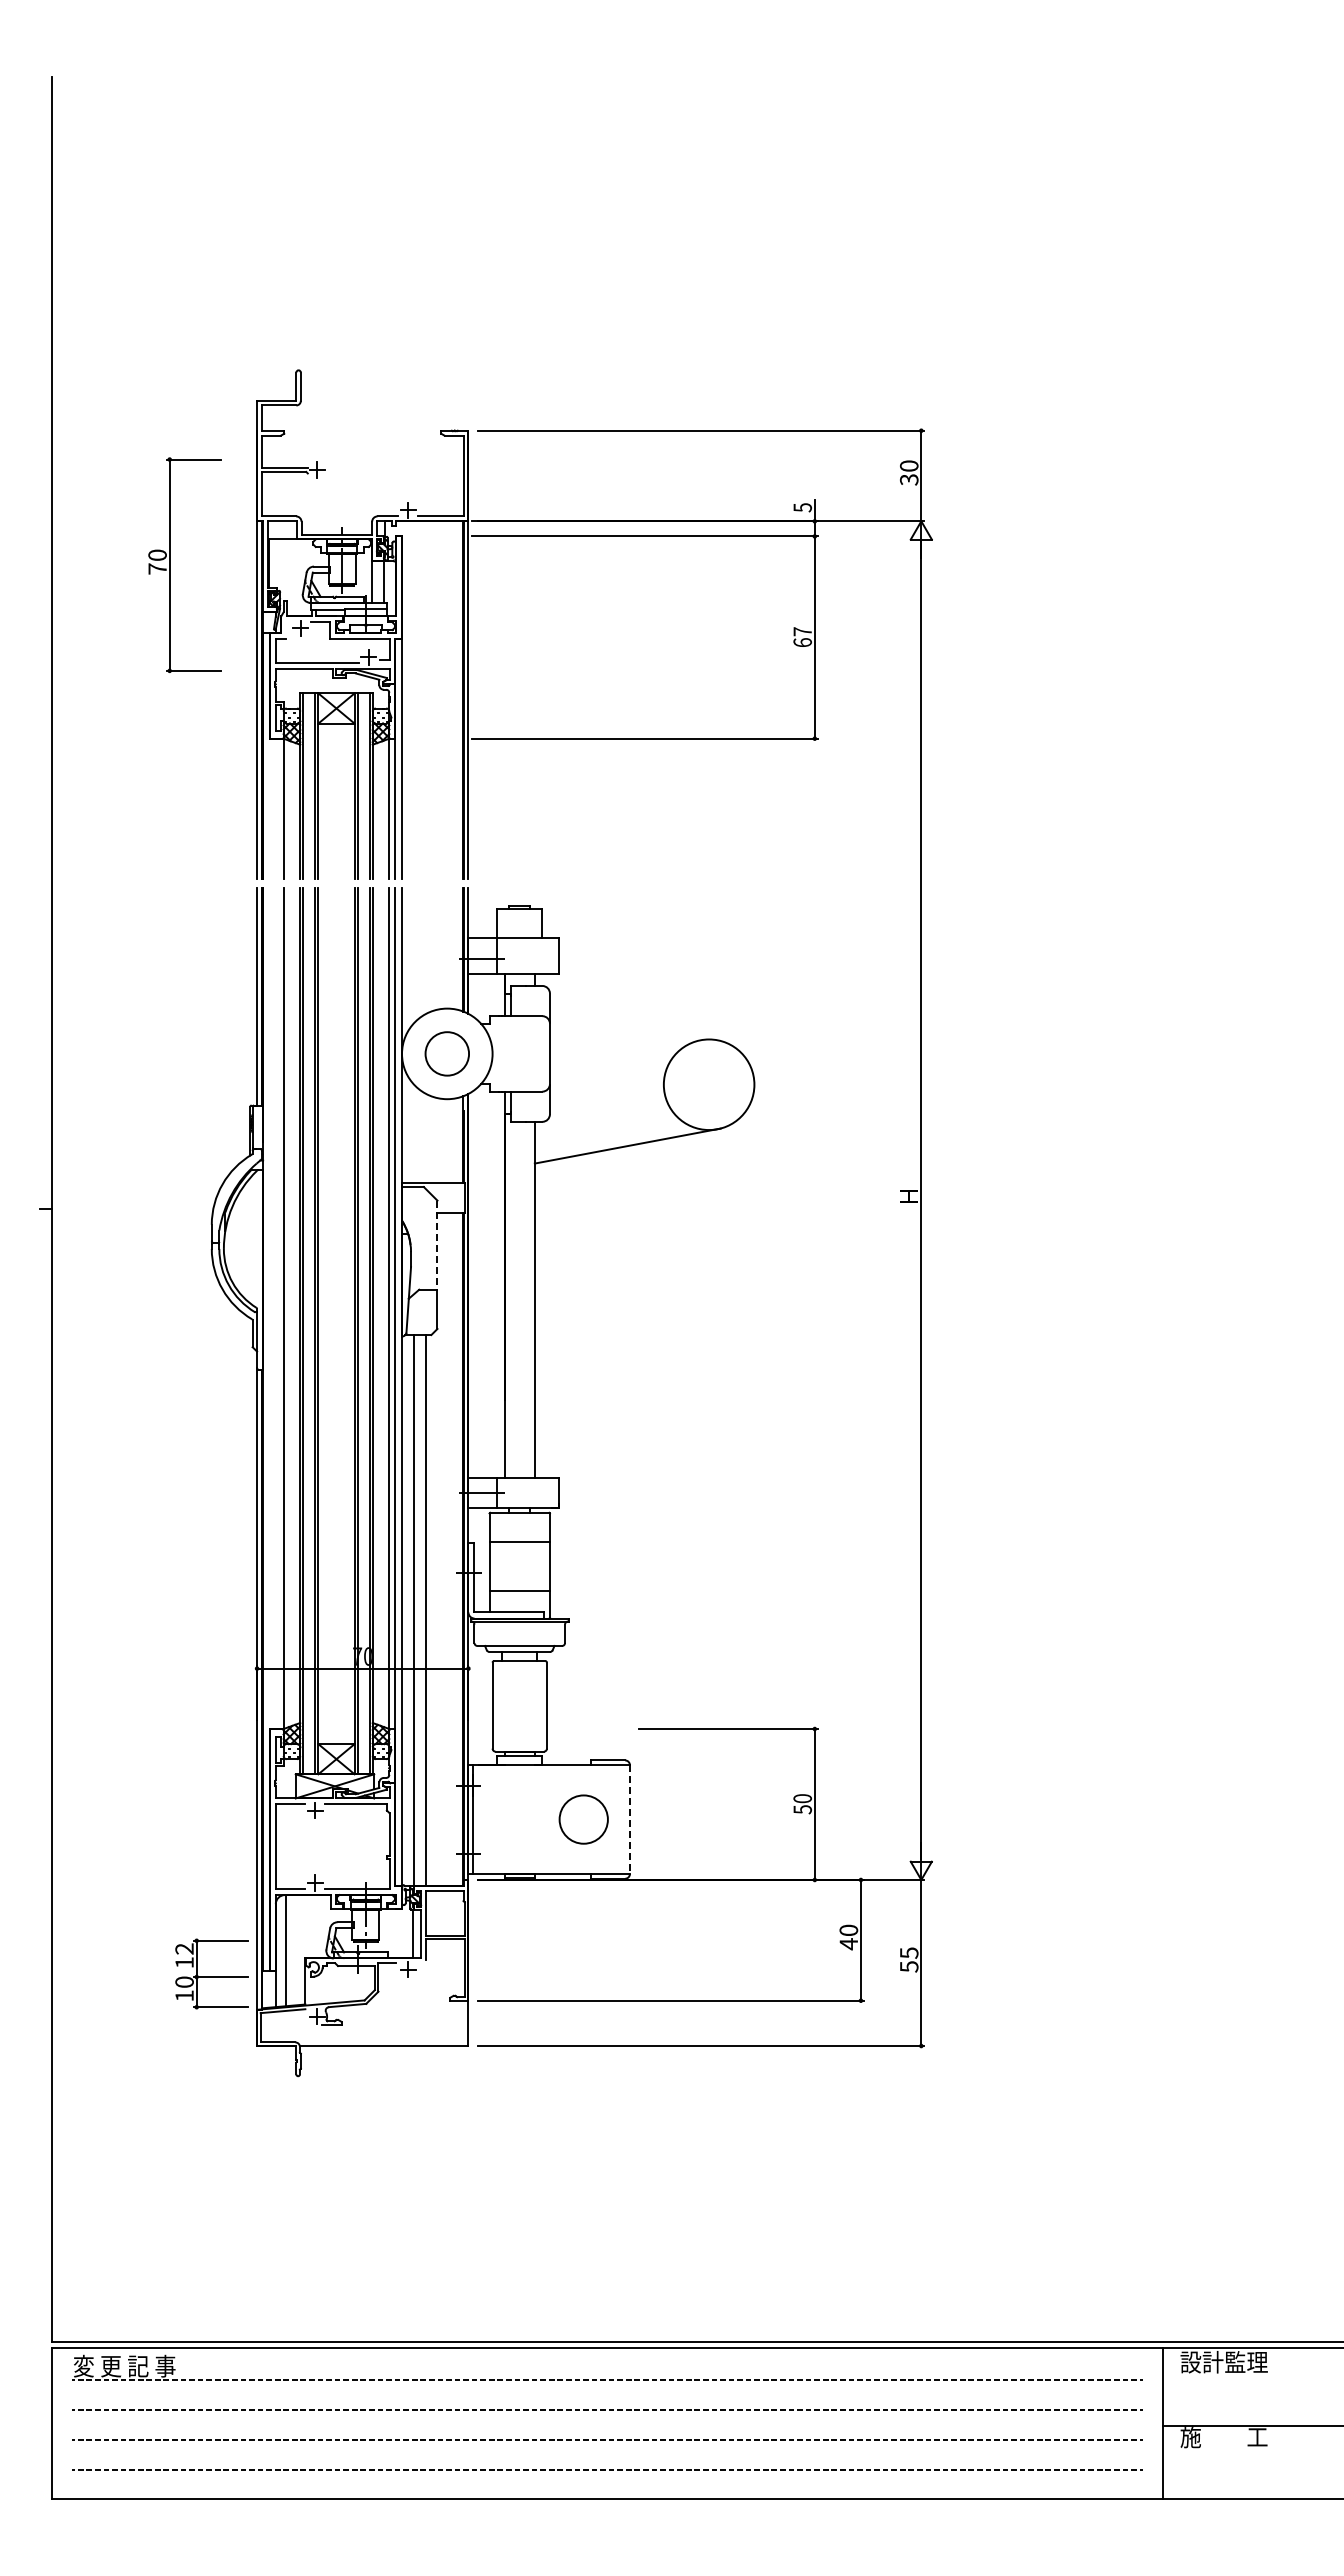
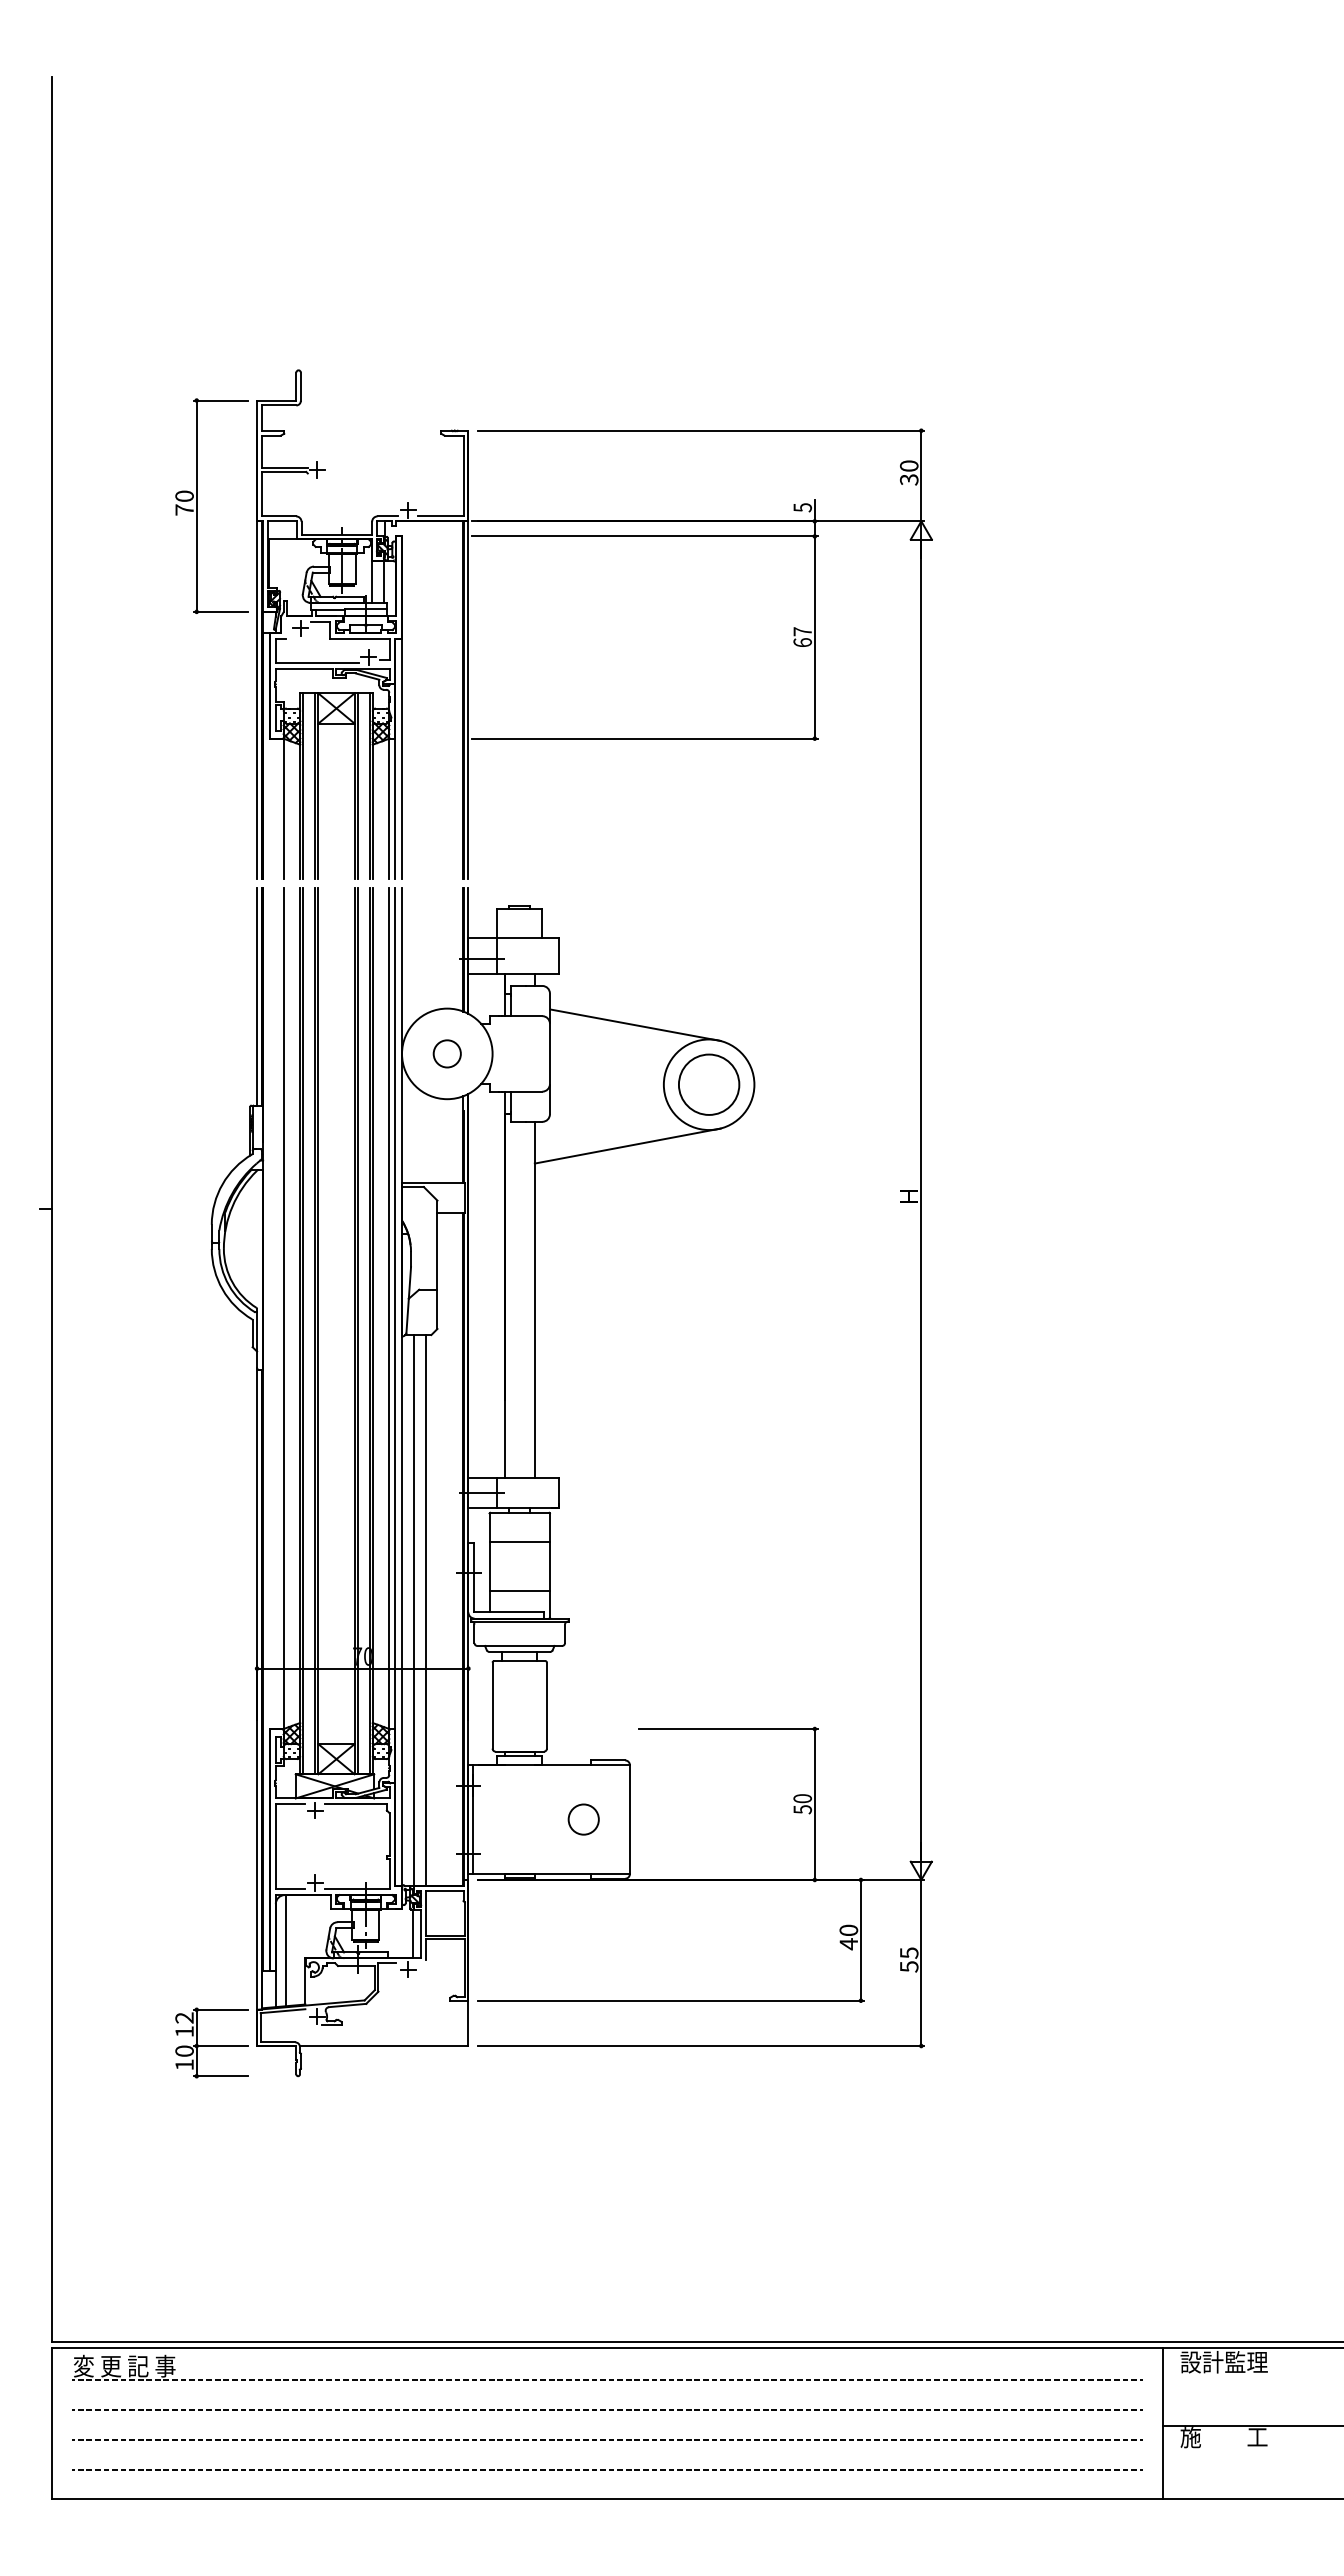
part at (170, 564) position: (170, 564) -> (197, 505)
line at (635, 1024): none -> present
circle at (447, 1053) diameter: 43 px -> 27 px
circle at (709, 1084): none -> present
line at (437, 1245): dashed -> solid
circle at (583, 1819) diameter: 48 px -> 30 px
line at (629, 1820): dashed -> solid
part at (211, 1973) position: (211, 1973) -> (211, 2042)
